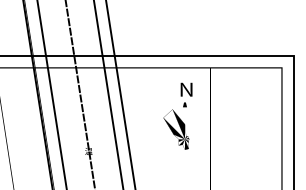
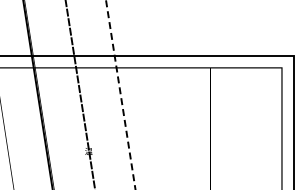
line at (51, 94): present -> none
line at (108, 94): present -> none
line at (120, 94): solid -> dashed
part at (177, 115): present -> none
